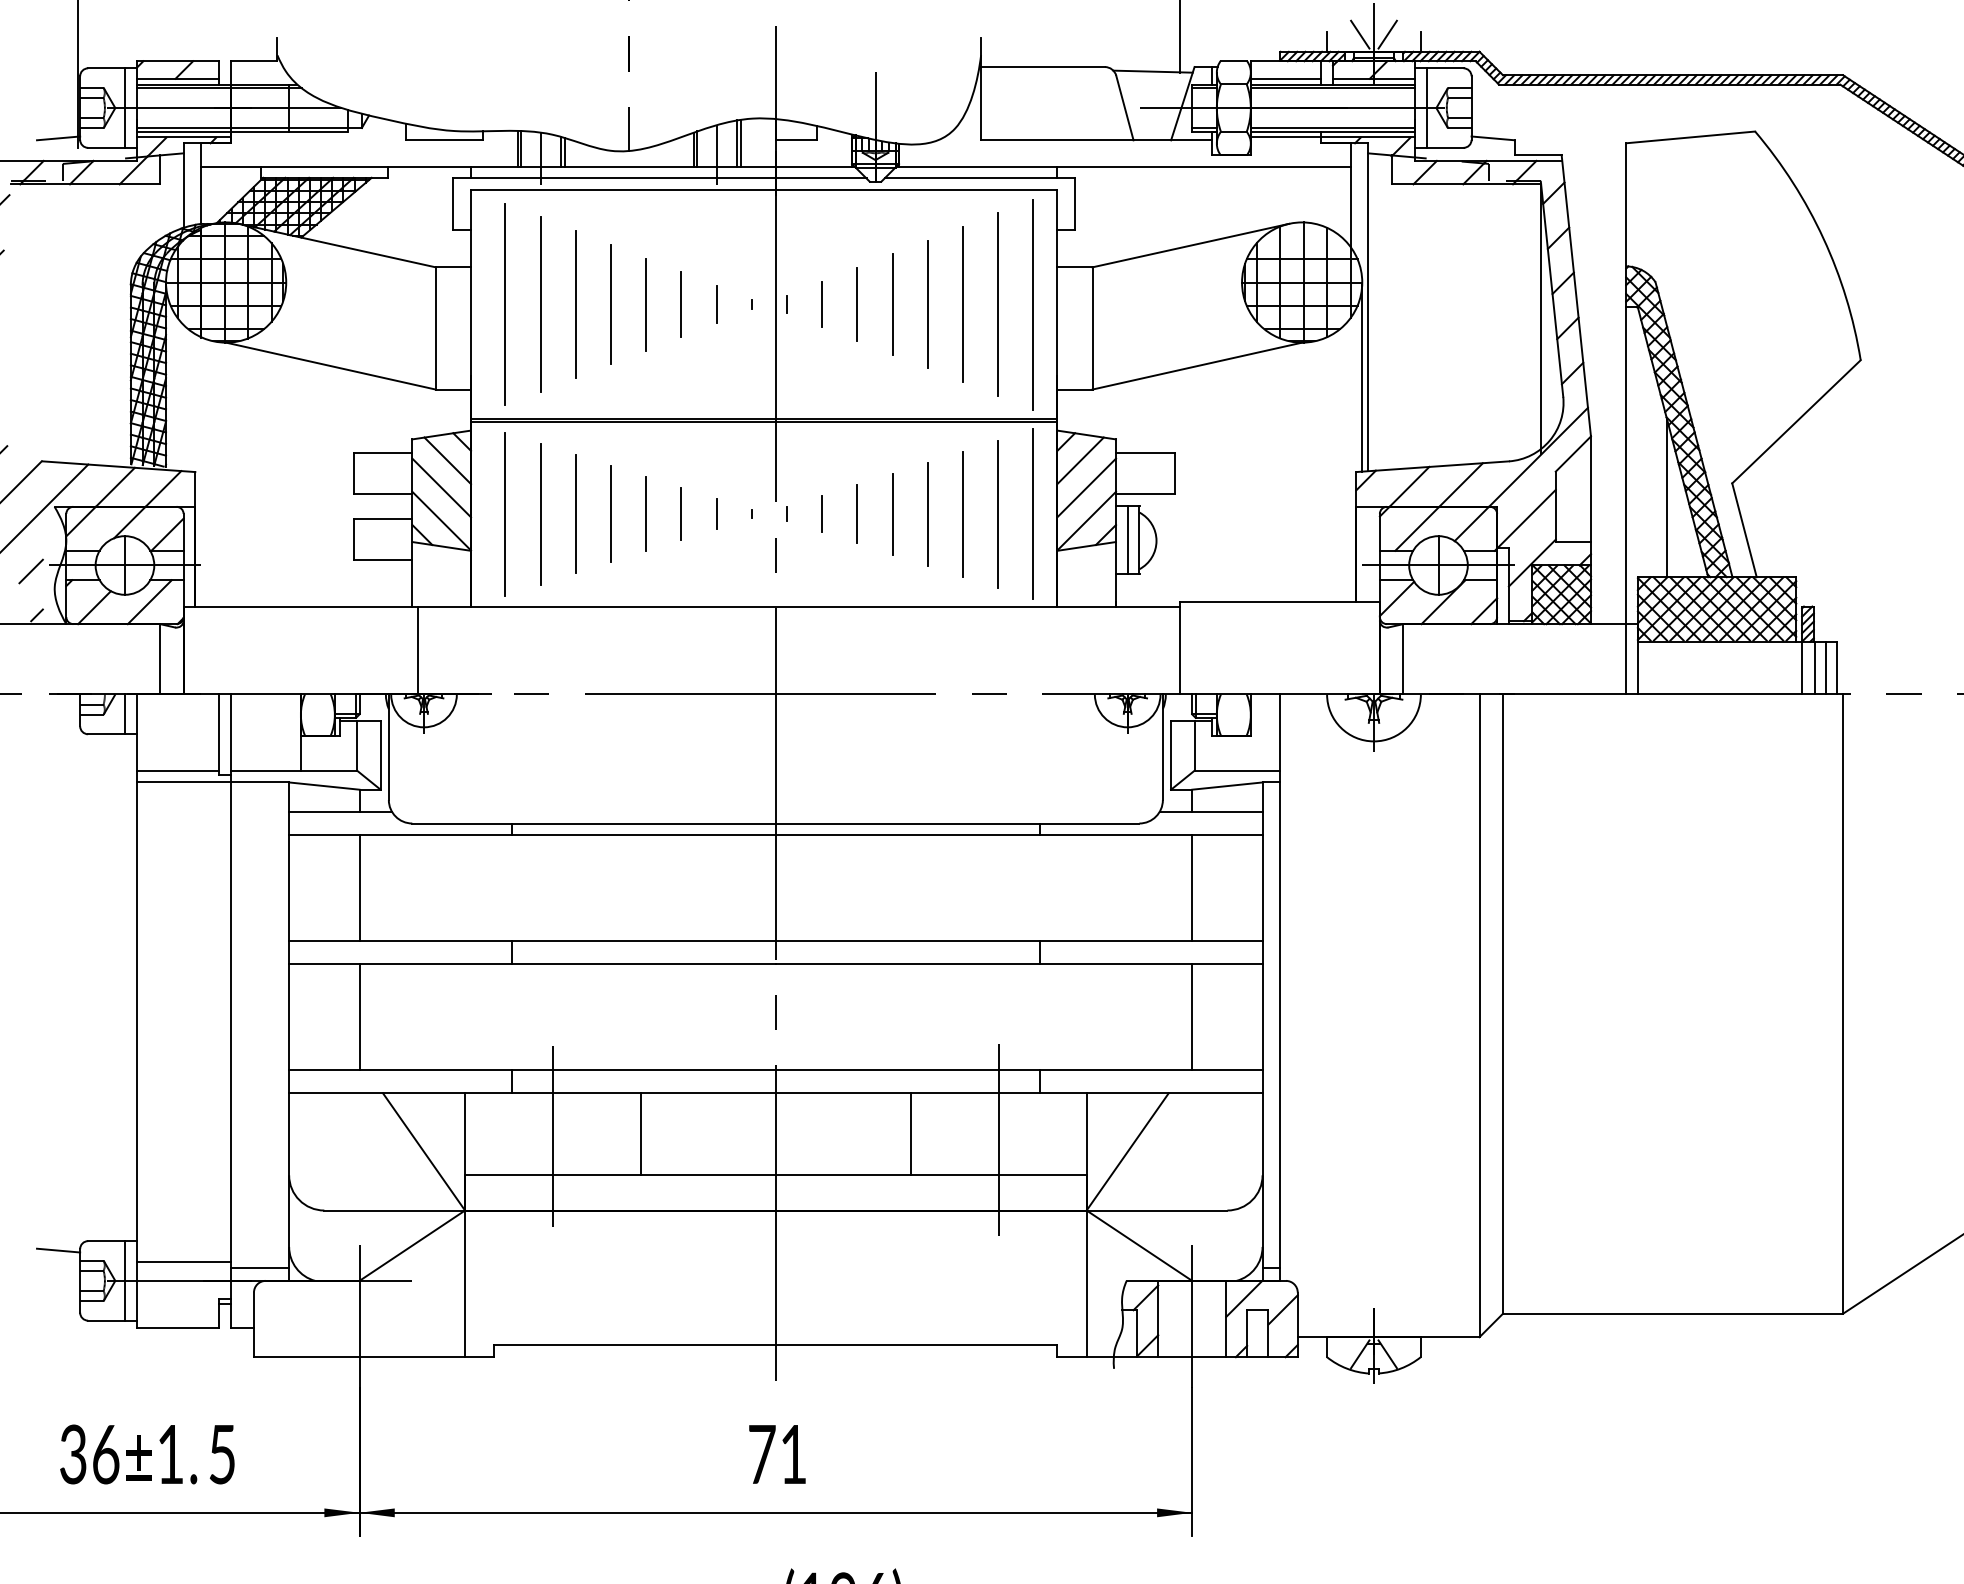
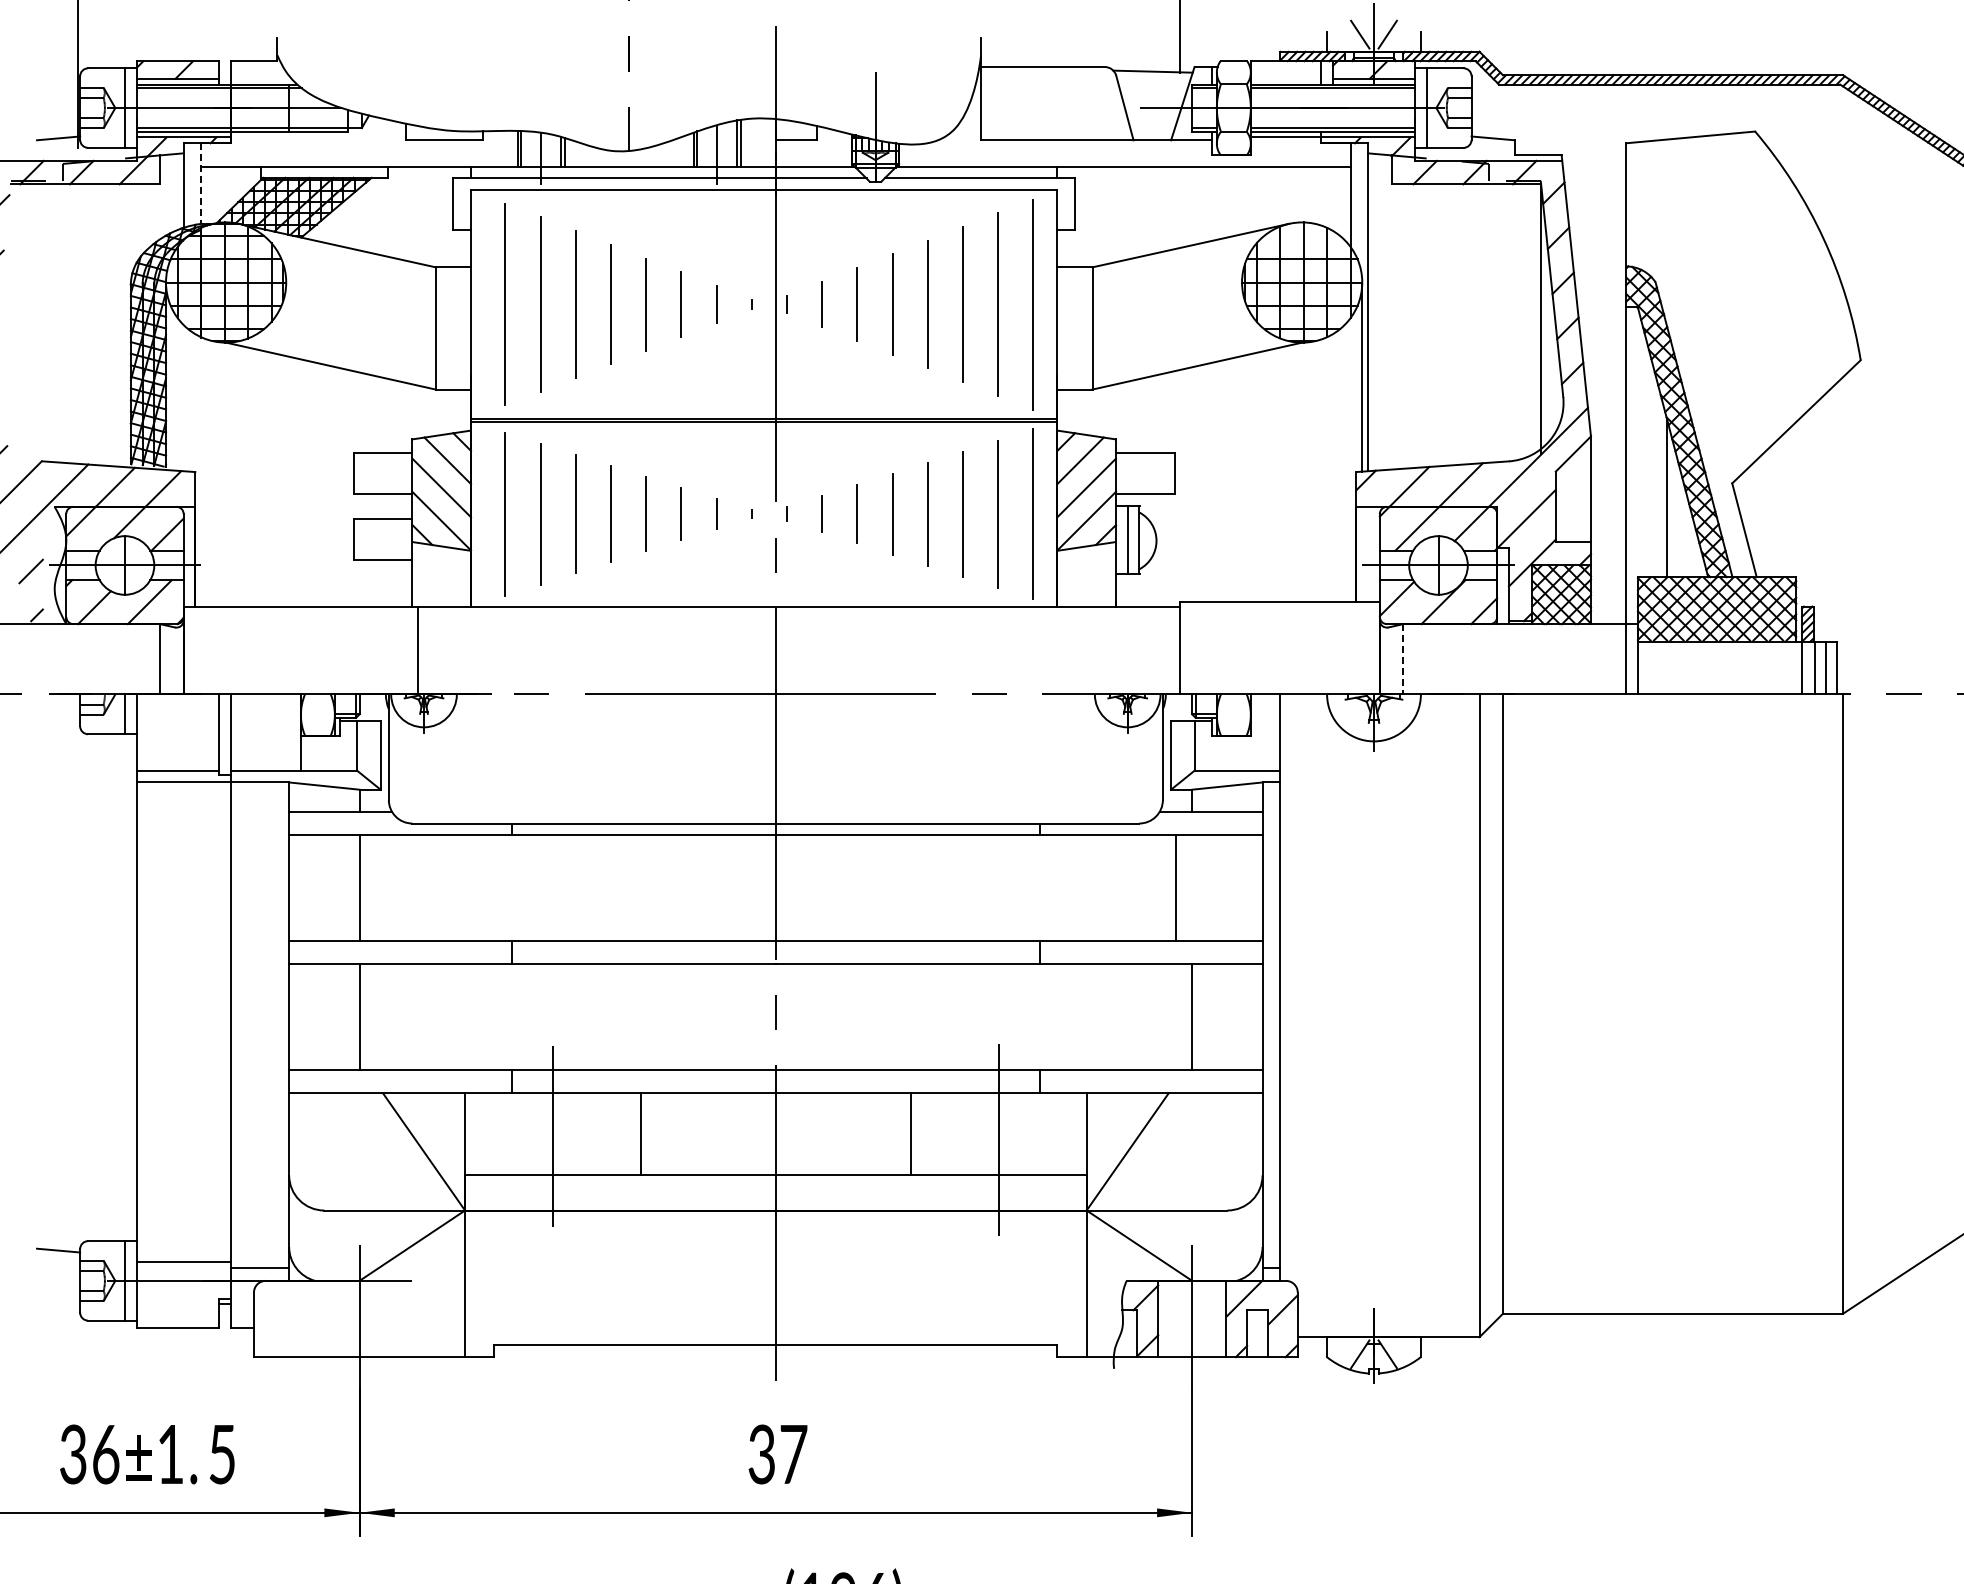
line at (1285, 78): present -> none
line at (201, 184): solid -> dashed
line at (1403, 659): solid -> dashed
line at (1192, 887) position: (1192, 887) -> (1176, 887)
text at (777, 1454): 71 -> 37
